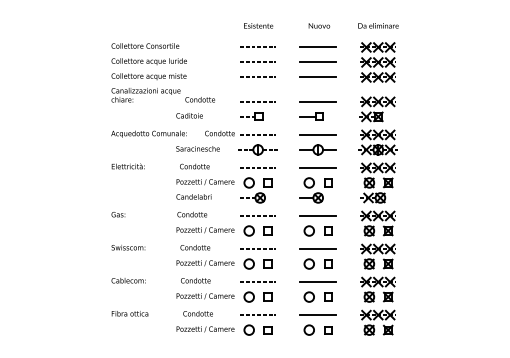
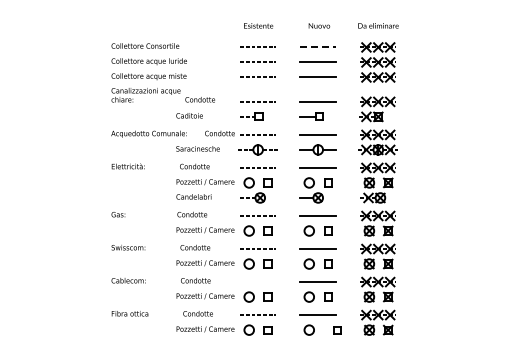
line at (318, 47): solid -> dashed
line at (258, 282): present -> none
part at (328, 330) position: (328, 330) -> (337, 330)
